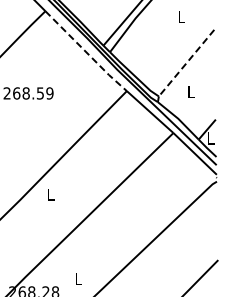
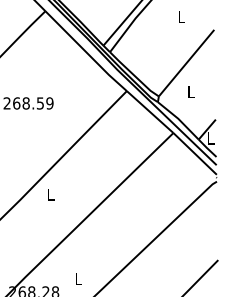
line at (86, 52): dashed -> solid
line at (186, 63): dashed -> solid
text at (28, 93) position: (28, 93) -> (28, 103)
